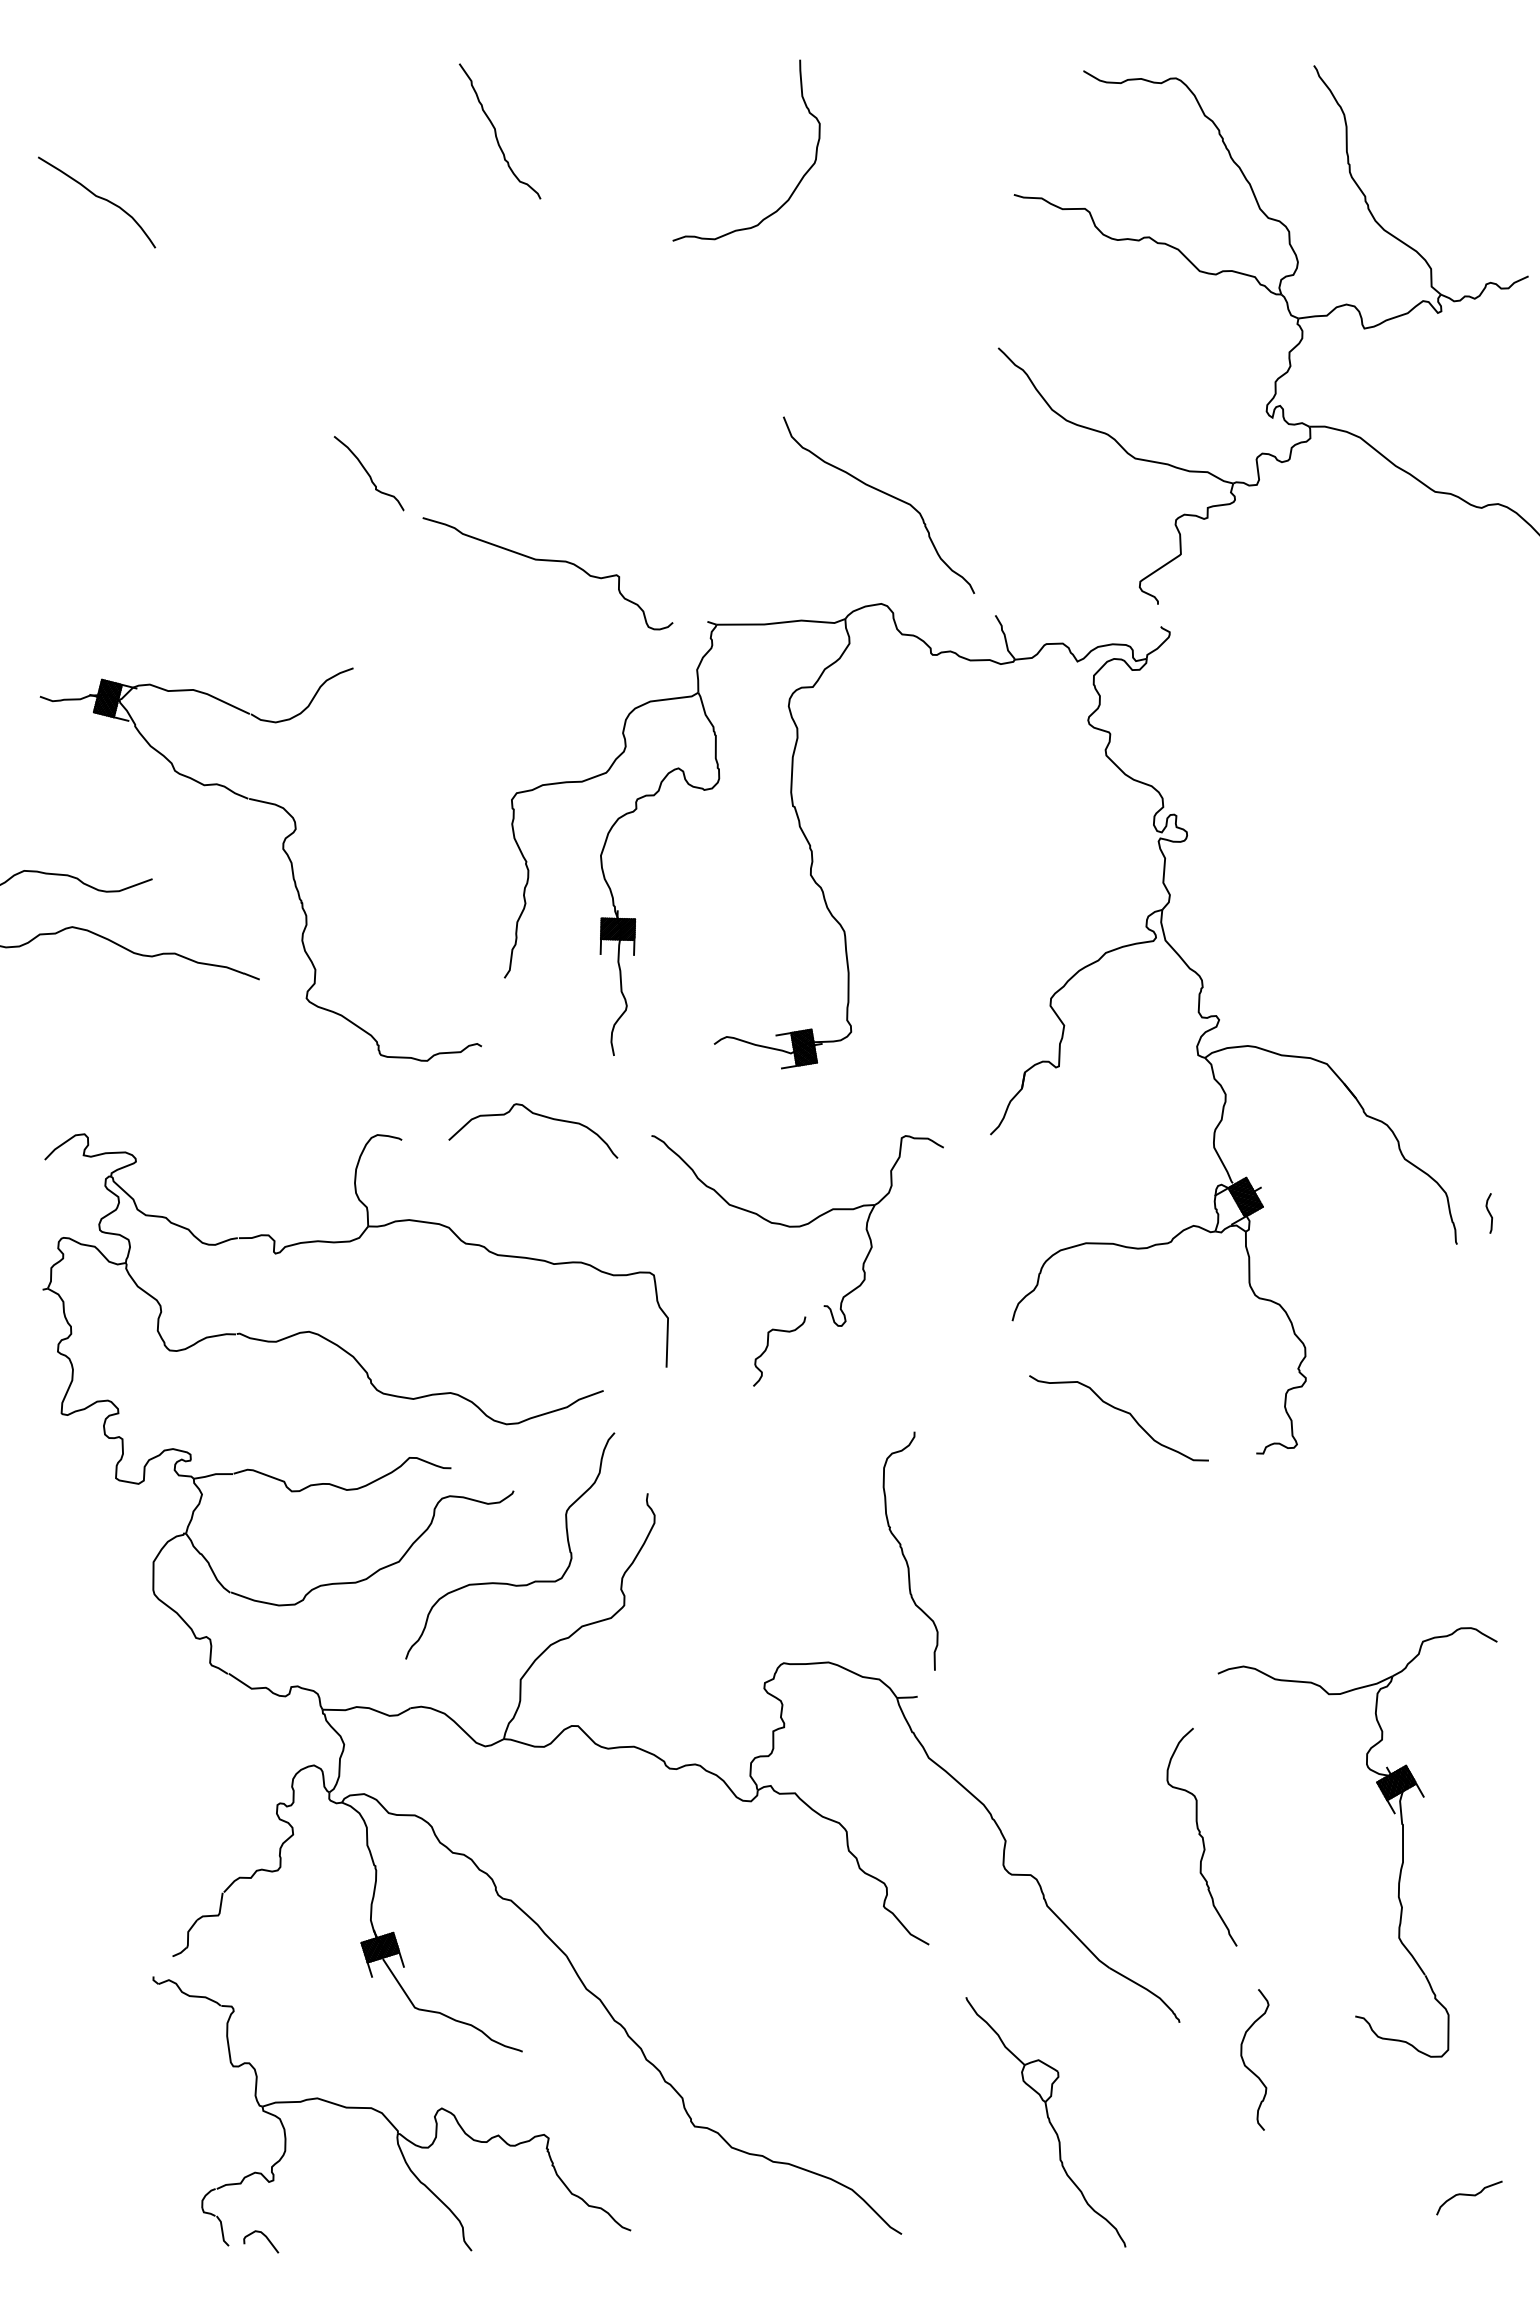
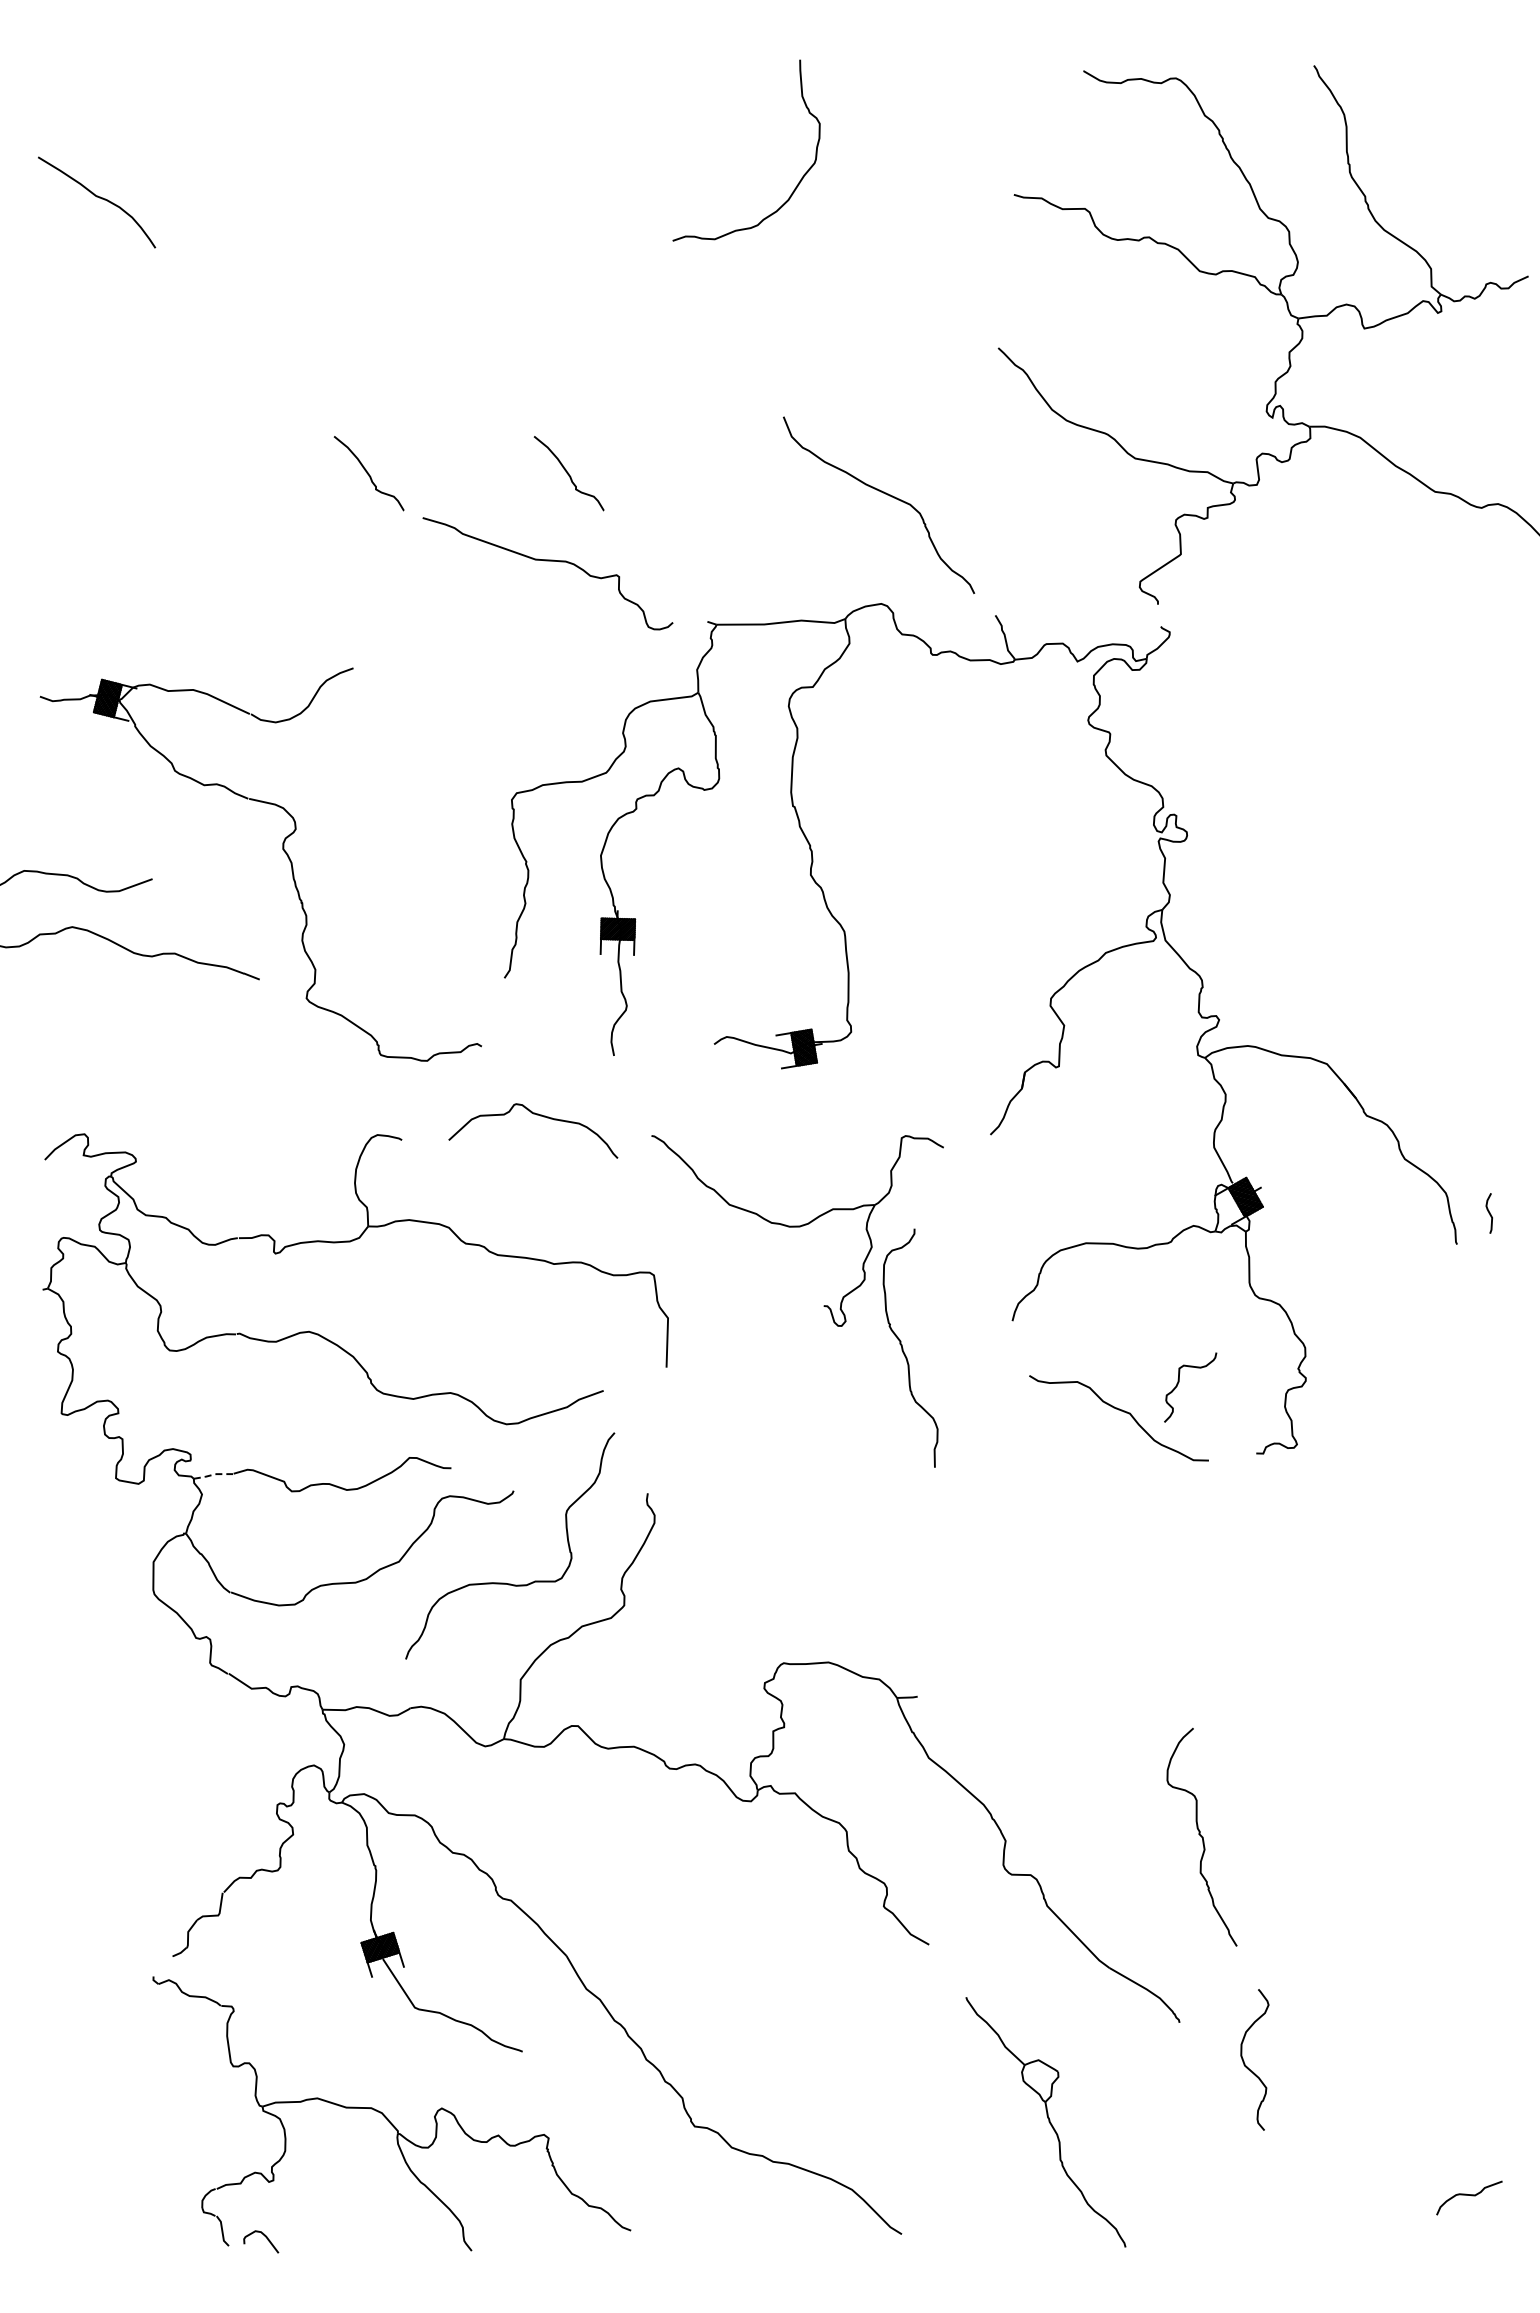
curve at (496, 131): present -> none
curve at (568, 473): none -> present
curve at (768, 1346) position: (768, 1346) -> (1179, 1382)
line at (213, 1474): solid -> dashed
curve at (903, 1551) position: (903, 1551) -> (903, 1348)
part at (1402, 1842): present -> none
